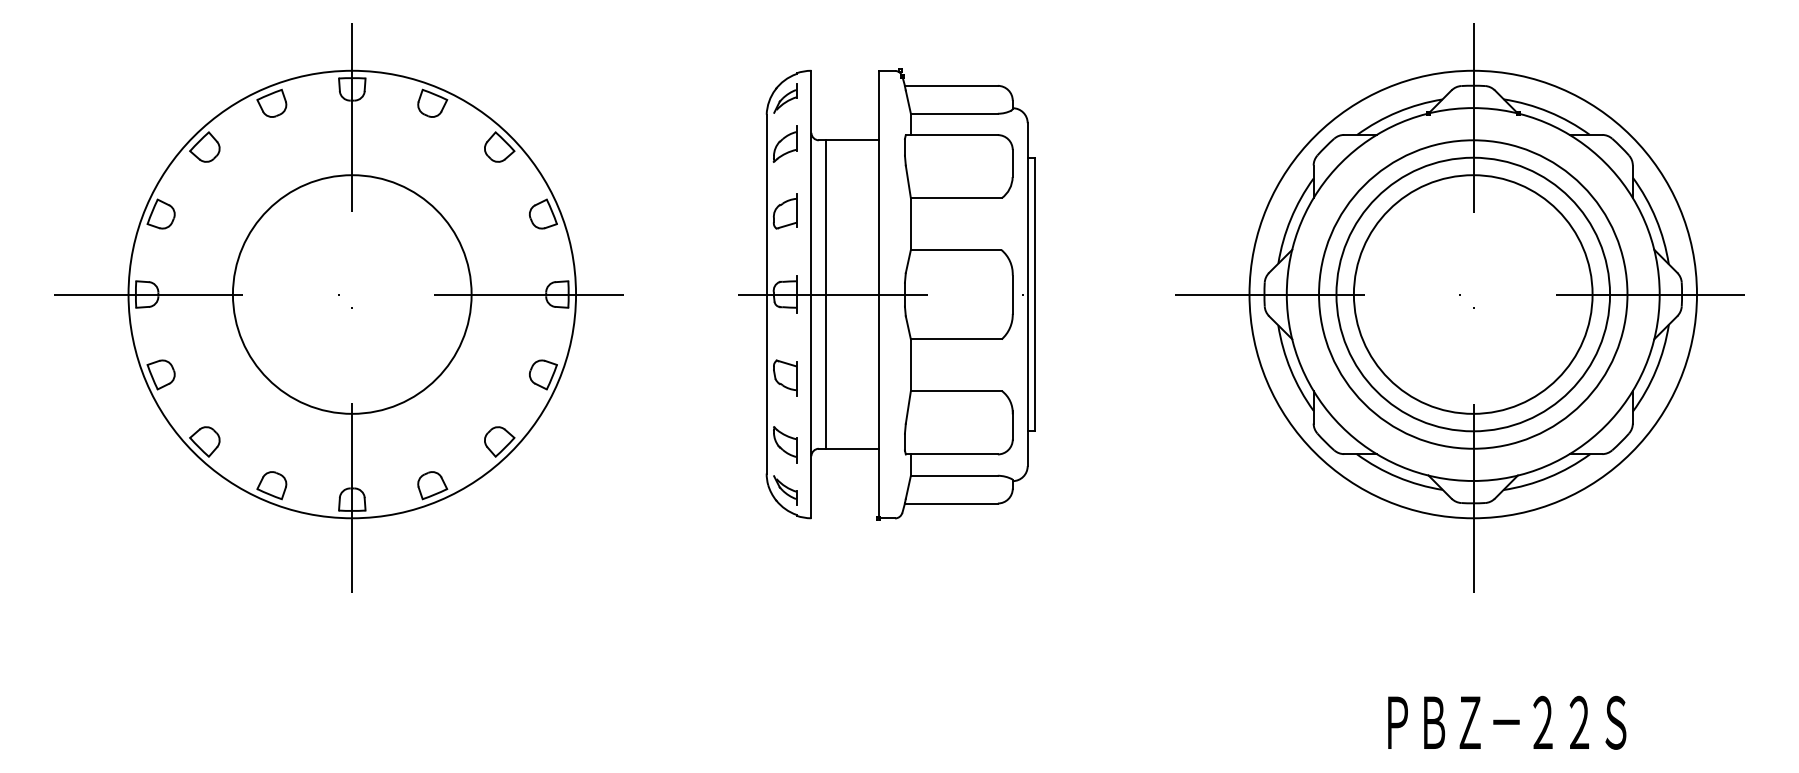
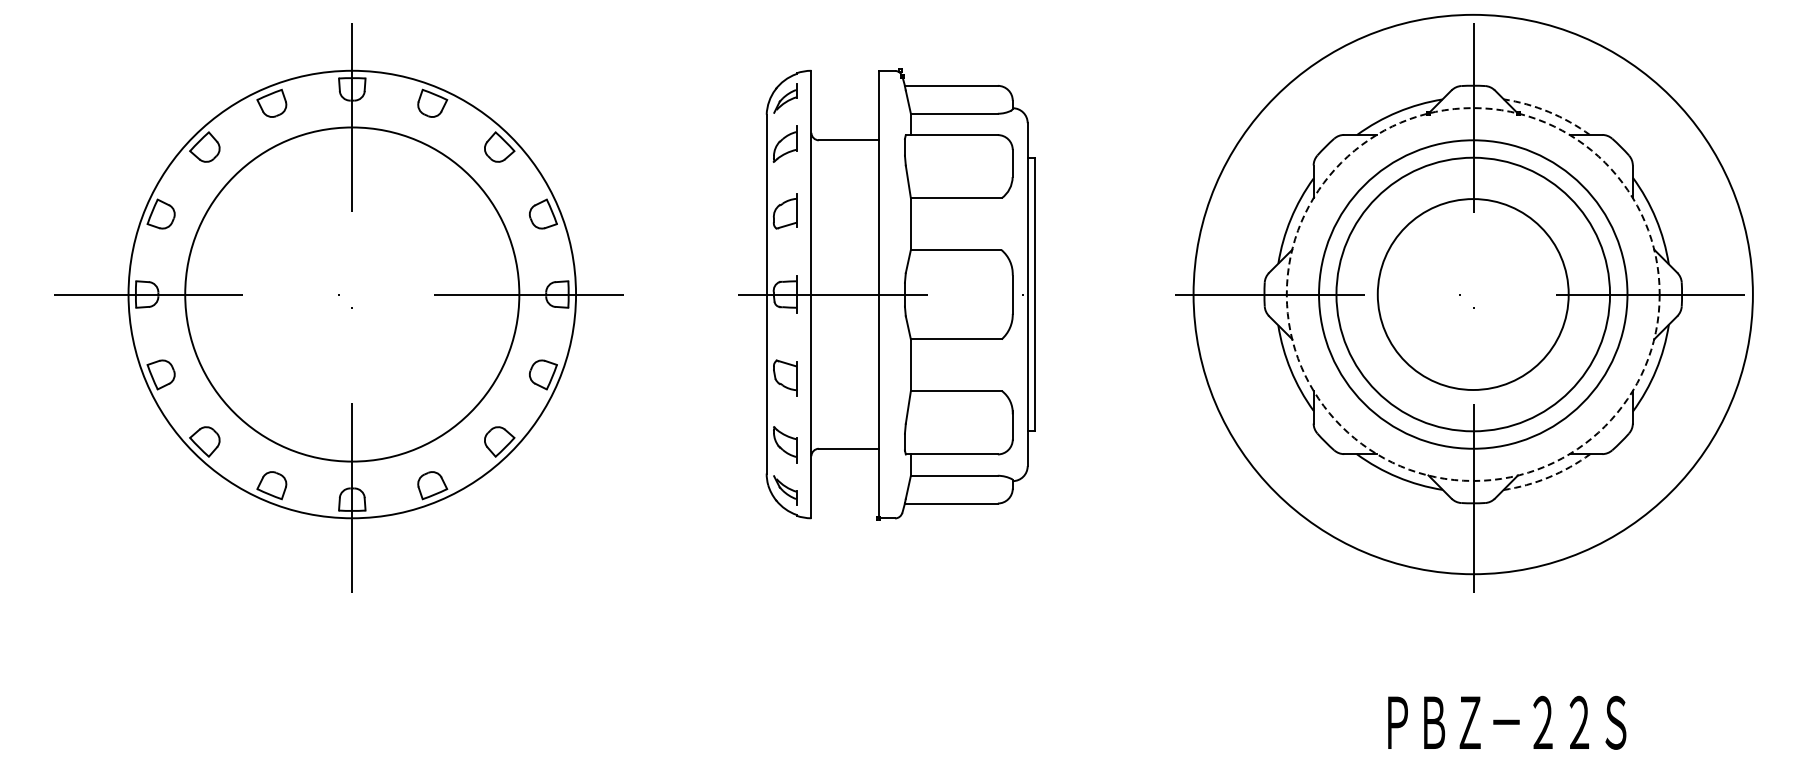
arc at (1548, 112): solid -> dashed
circle at (351, 294) diameter: 239 px -> 334 px
line at (826, 294): present -> none
circle at (1472, 294) diameter: 239 px -> 191 px
circle at (1472, 294) diameter: 447 px -> 559 px
circle at (1472, 294): solid -> dashed
arc at (1549, 477): solid -> dashed
